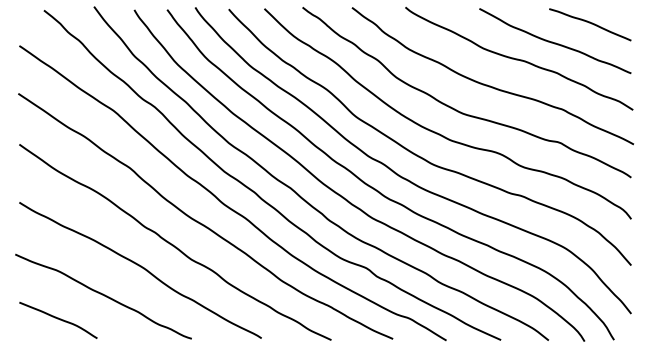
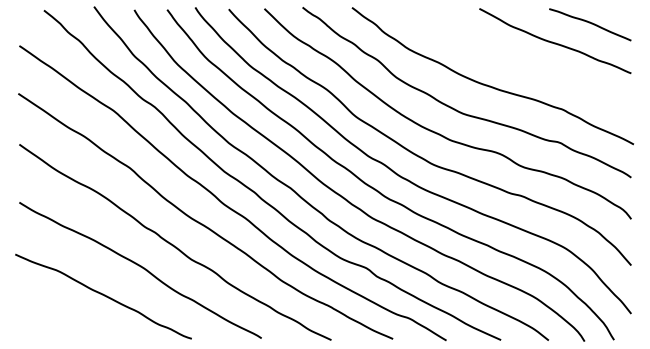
curve at (518, 58): present -> none
curve at (58, 319): present -> none
